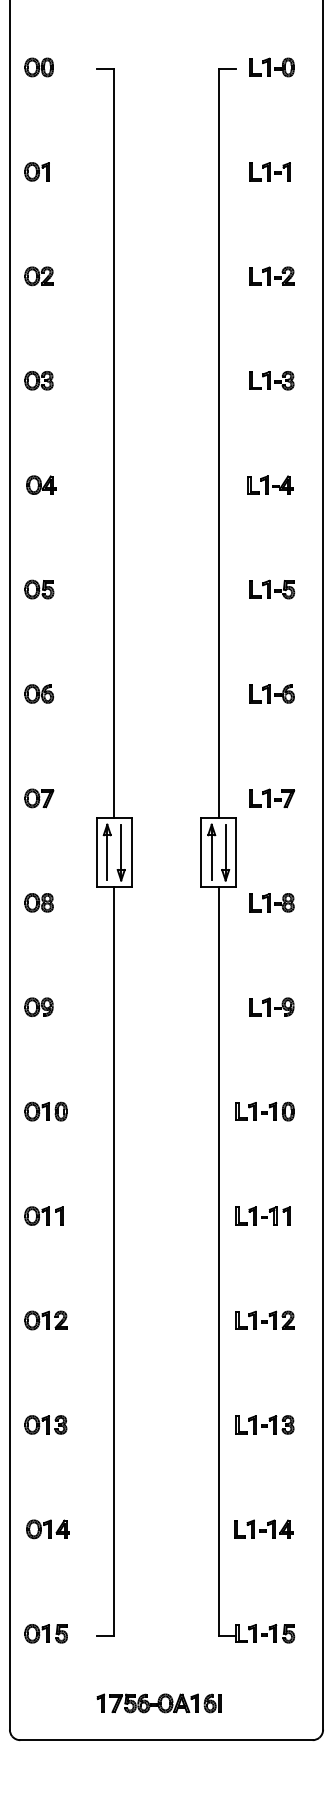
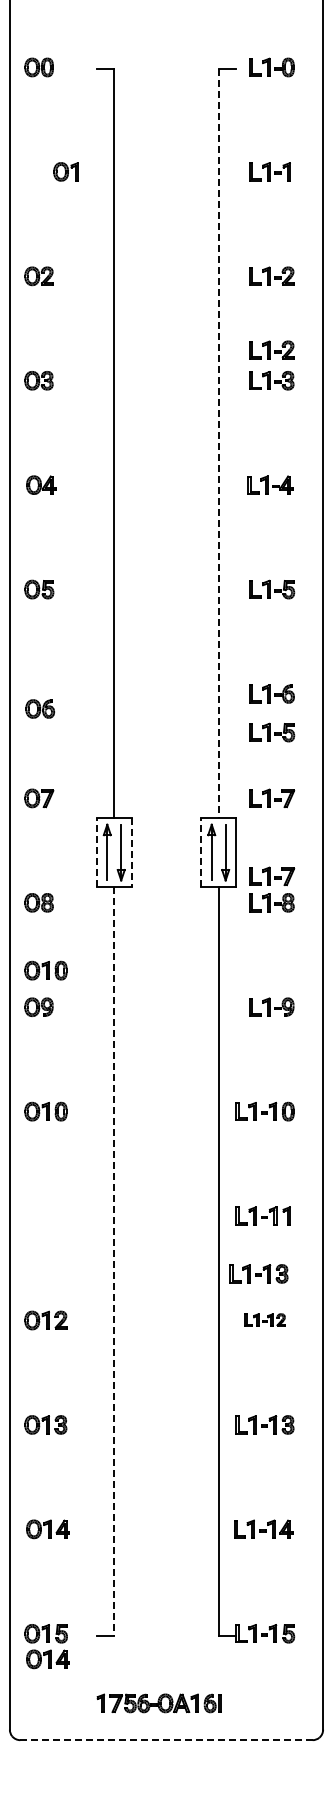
part at (36, 171) position: (36, 171) -> (65, 171)
part at (271, 349): none -> present
line at (218, 444): solid -> dashed
part at (39, 693) position: (39, 693) -> (40, 708)
part at (272, 732): none -> present
line at (96, 852): solid -> dashed
line at (131, 852): solid -> dashed
line at (201, 852): solid -> dashed
part at (272, 876): none -> present
part at (45, 970): none -> present
part at (43, 1215): present -> none
line at (114, 1262): solid -> dashed
part at (258, 1273): none -> present
part at (264, 1319) size: 60x20 px -> 42x14 px
part at (47, 1659): none -> present
line at (165, 1740): solid -> dashed
